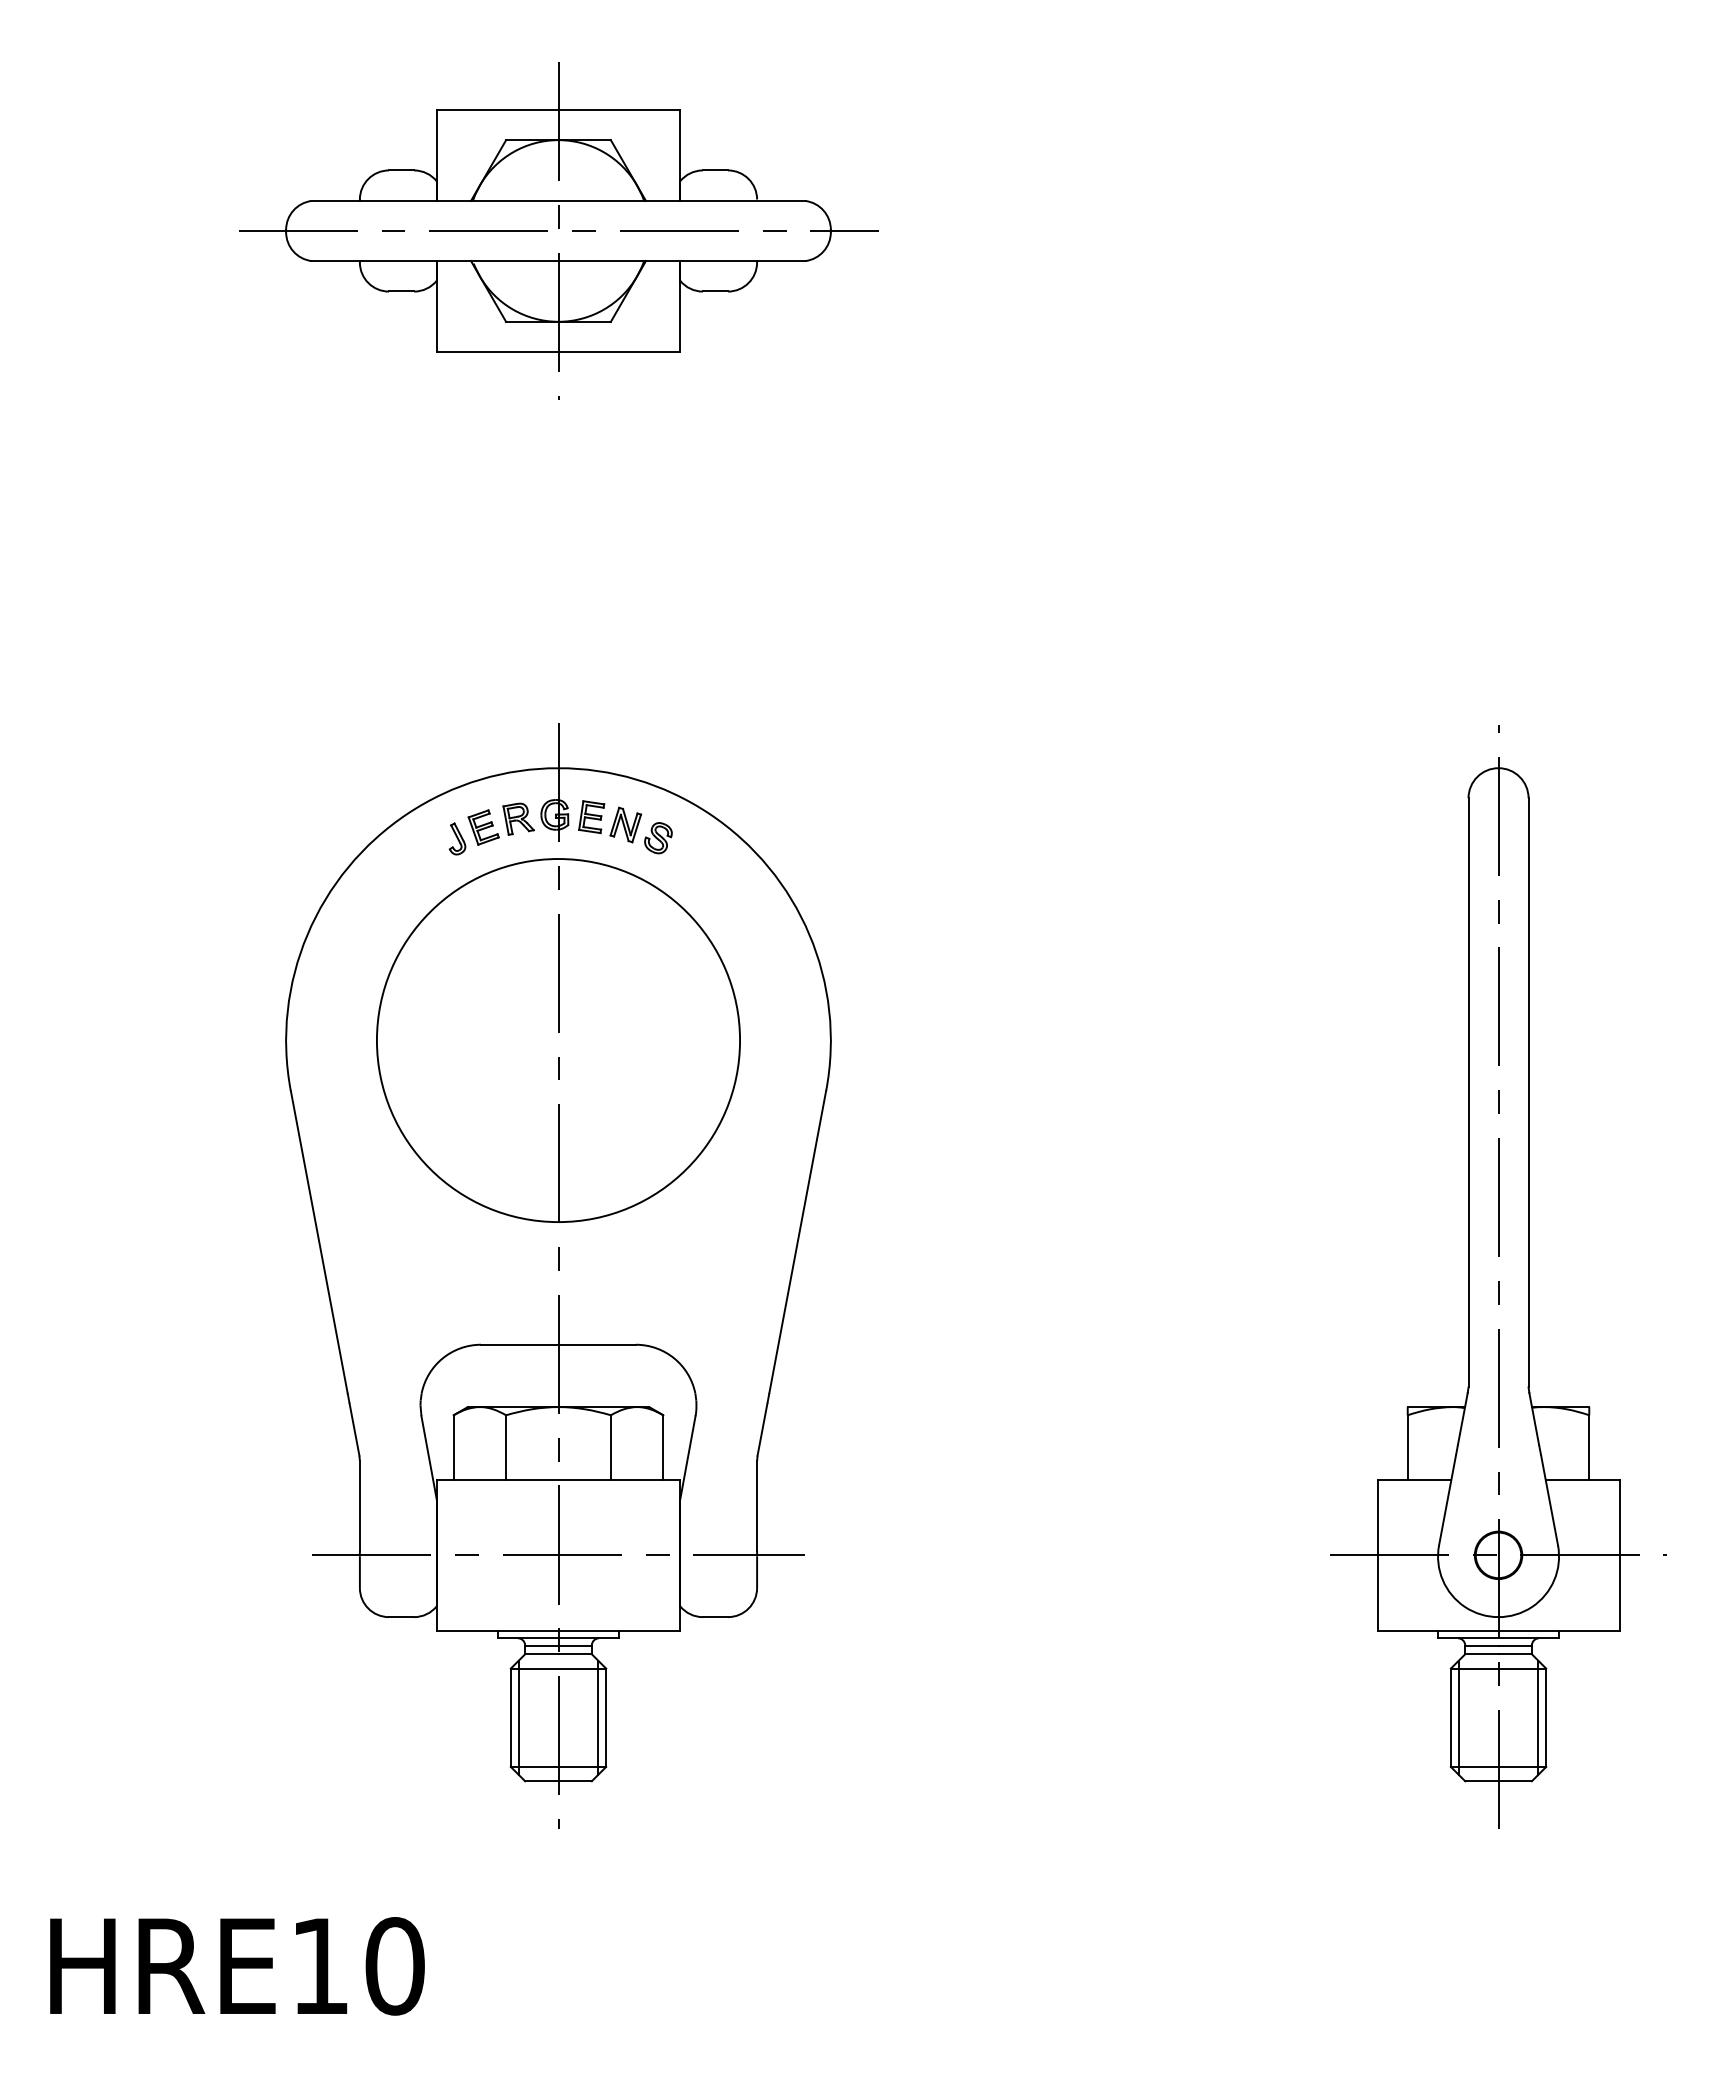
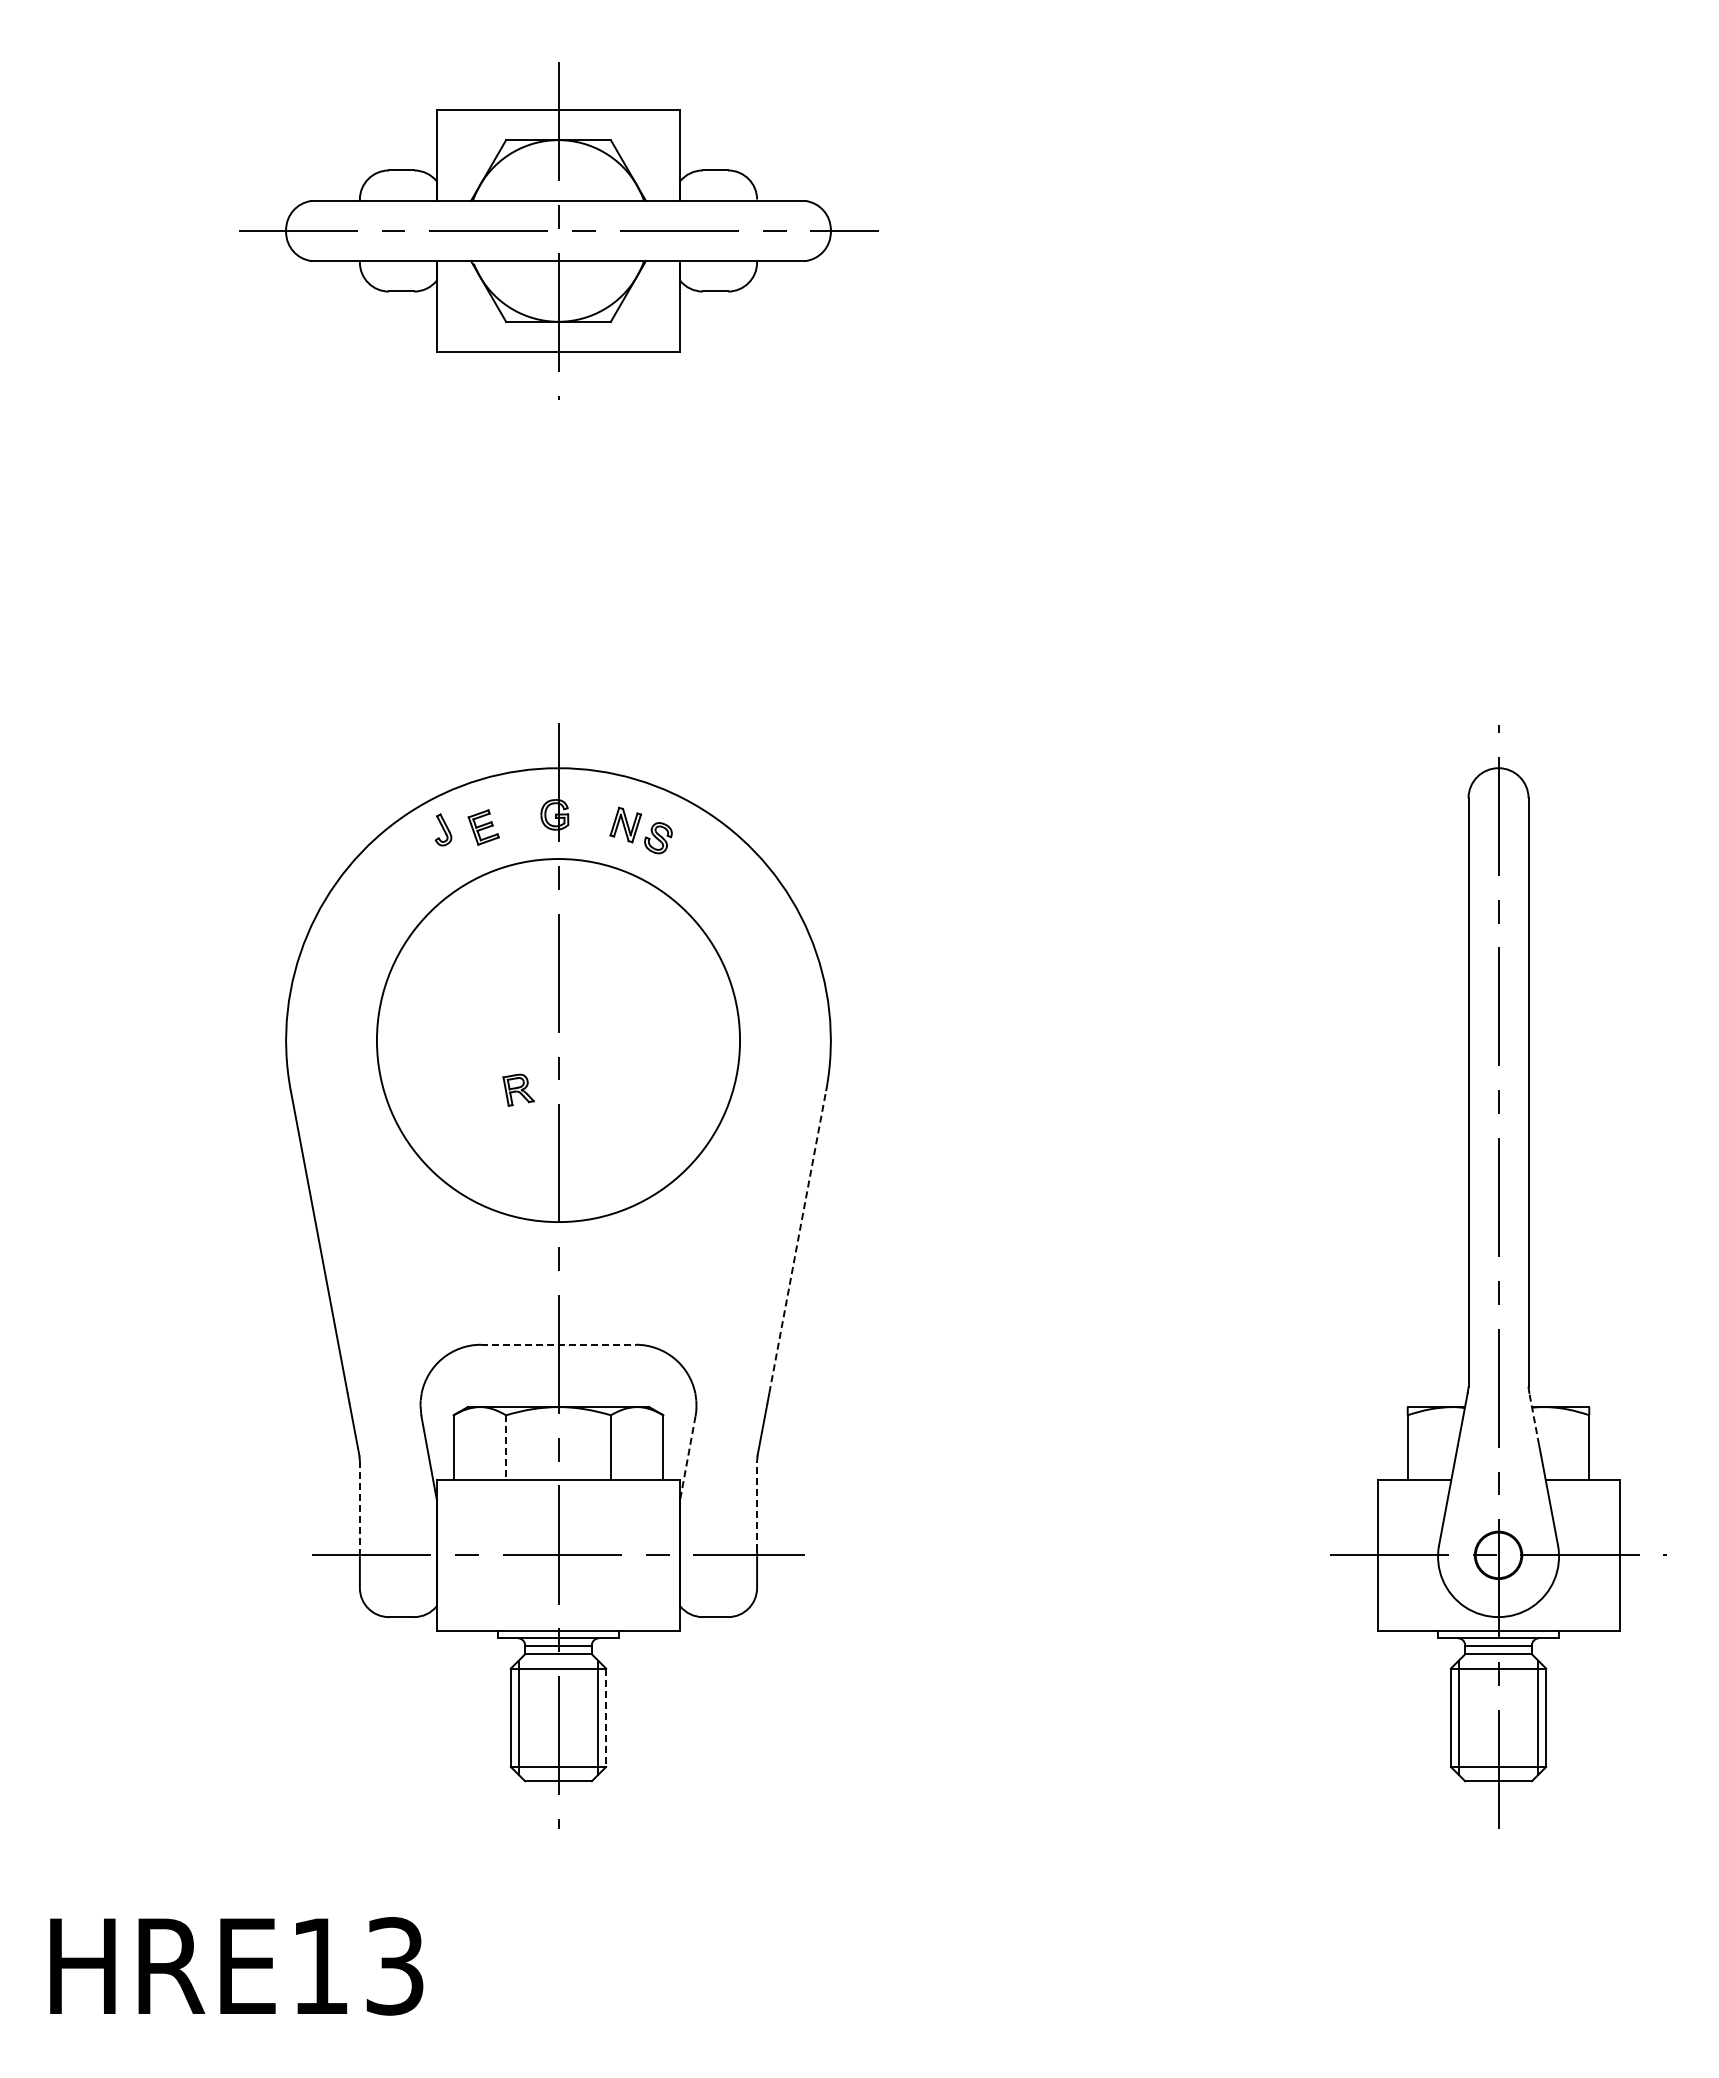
part at (591, 816): present -> none
part at (518, 818) position: (518, 818) -> (518, 1089)
part at (457, 838) position: (457, 838) -> (443, 829)
line at (797, 1241): solid -> dashed
line at (559, 1344): solid -> dashed
line at (1534, 1418): solid -> dashed
line at (506, 1447): solid -> dashed
line at (687, 1458): solid -> dashed
line at (359, 1505): solid -> dashed
line at (757, 1505): solid -> dashed
line at (606, 1718): solid -> dashed
text at (394, 1966): HRE10 -> HRE13
